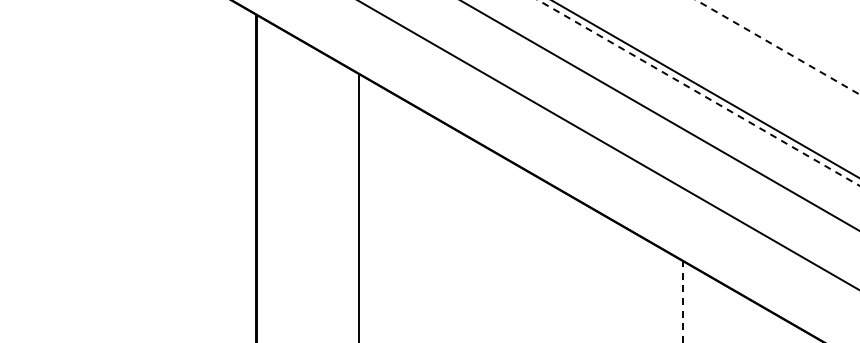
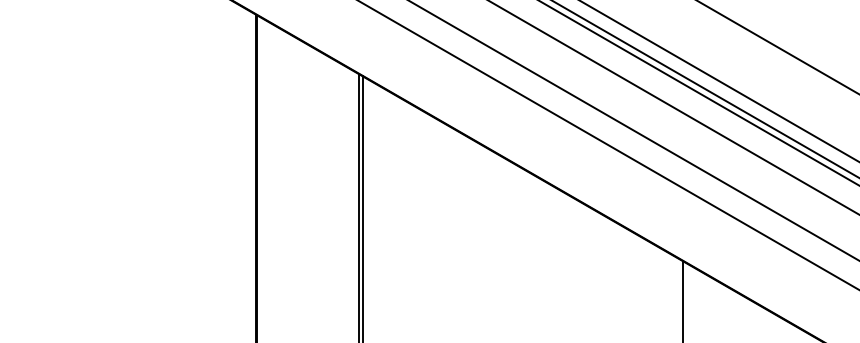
line at (778, 47): dashed -> solid
line at (719, 81): none -> present
line at (699, 93): dashed -> solid
line at (659, 115) position: (659, 115) -> (673, 107)
line at (633, 130): none -> present
line at (362, 207): none -> present
line at (683, 301): dashed -> solid
